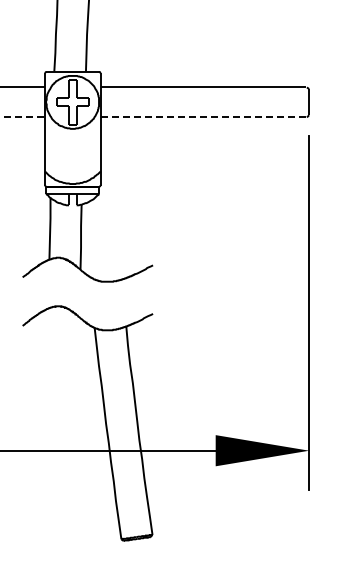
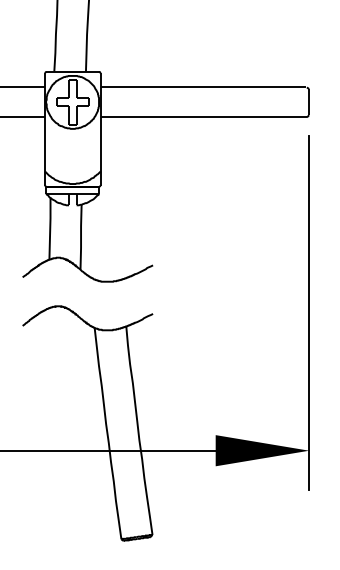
line at (23, 117): dashed -> solid
line at (204, 117): dashed -> solid
